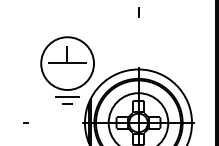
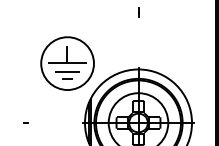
part at (67, 100) position: (67, 100) -> (67, 75)
